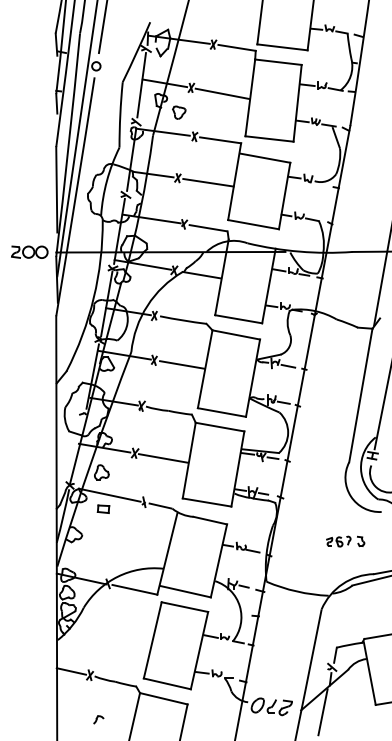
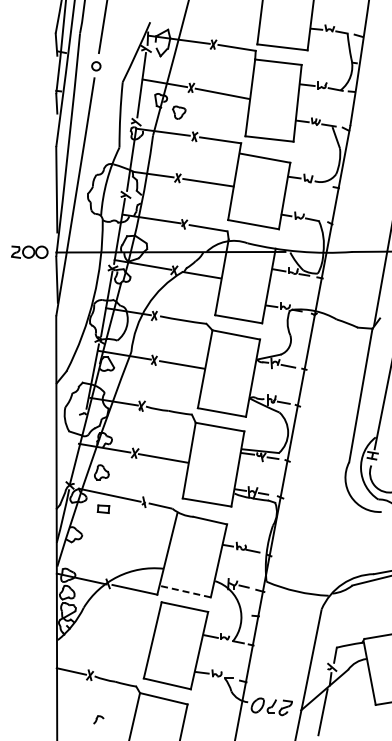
line at (77, 139): present -> none
part at (345, 541): present -> none
line at (185, 591): solid -> dashed
